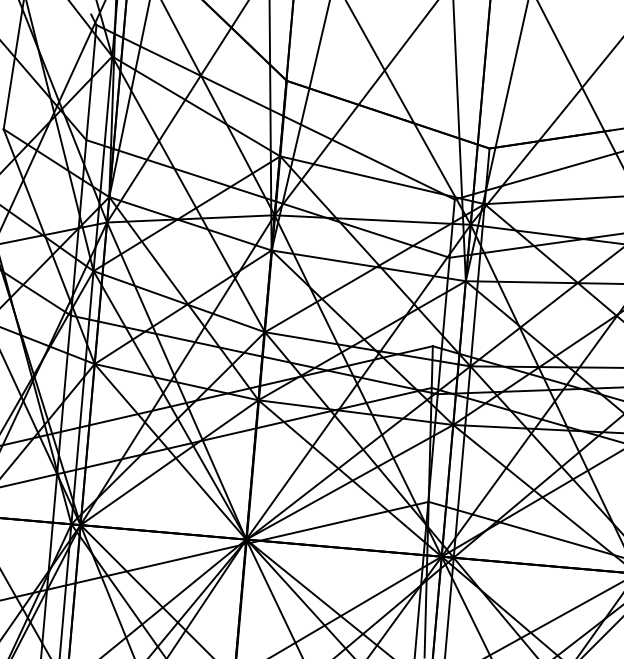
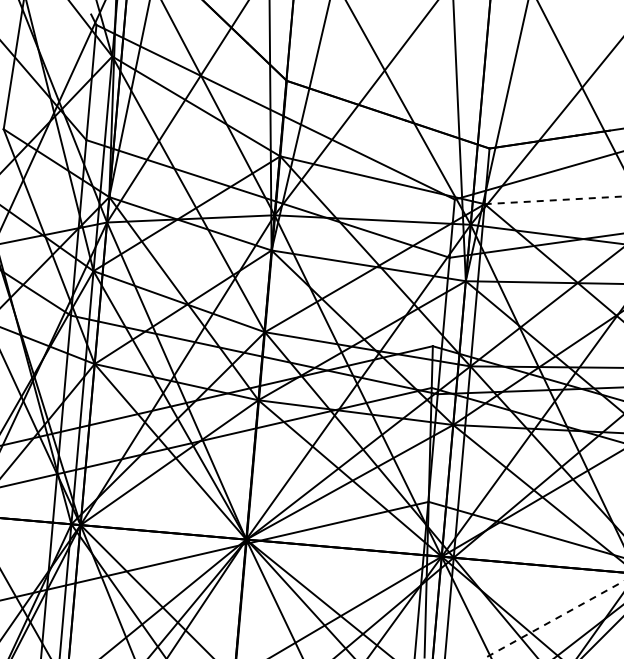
line at (554, 200): solid -> dashed
line at (553, 620): solid -> dashed
